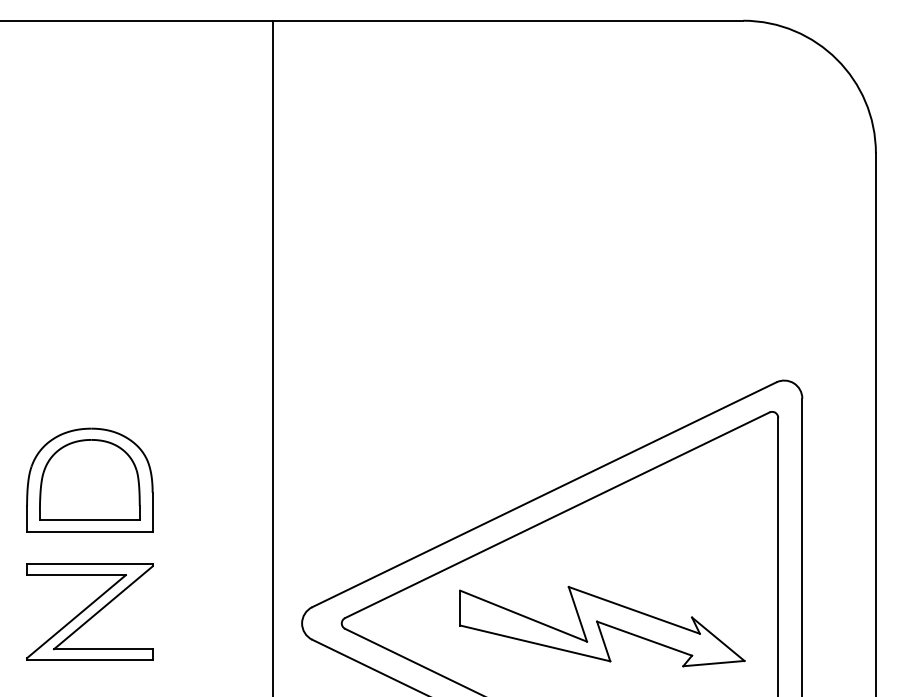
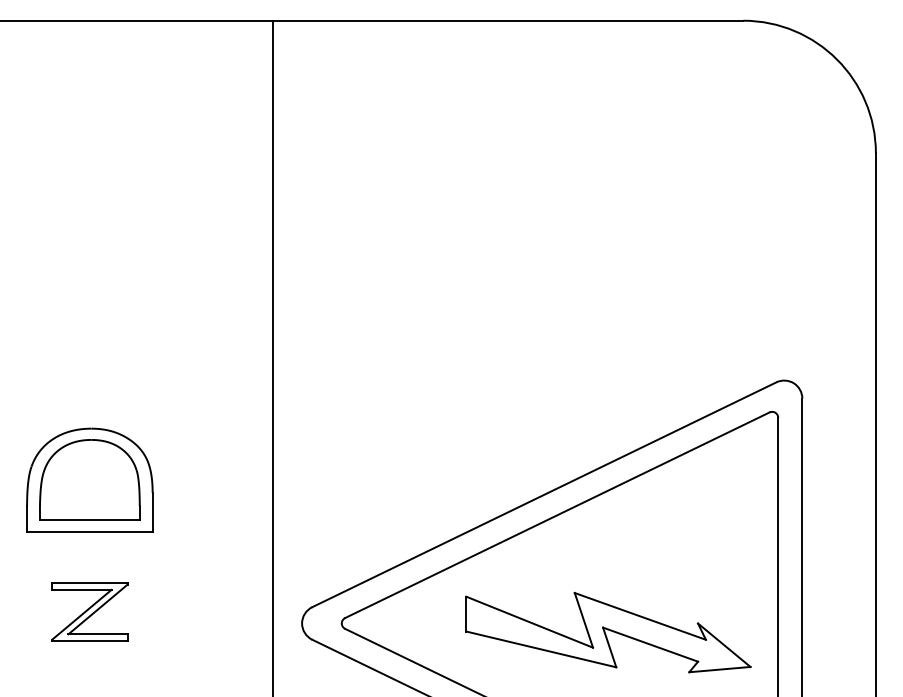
part at (89, 611) size: 128x98 px -> 78x60 px
part at (602, 626) position: (602, 626) -> (608, 632)
